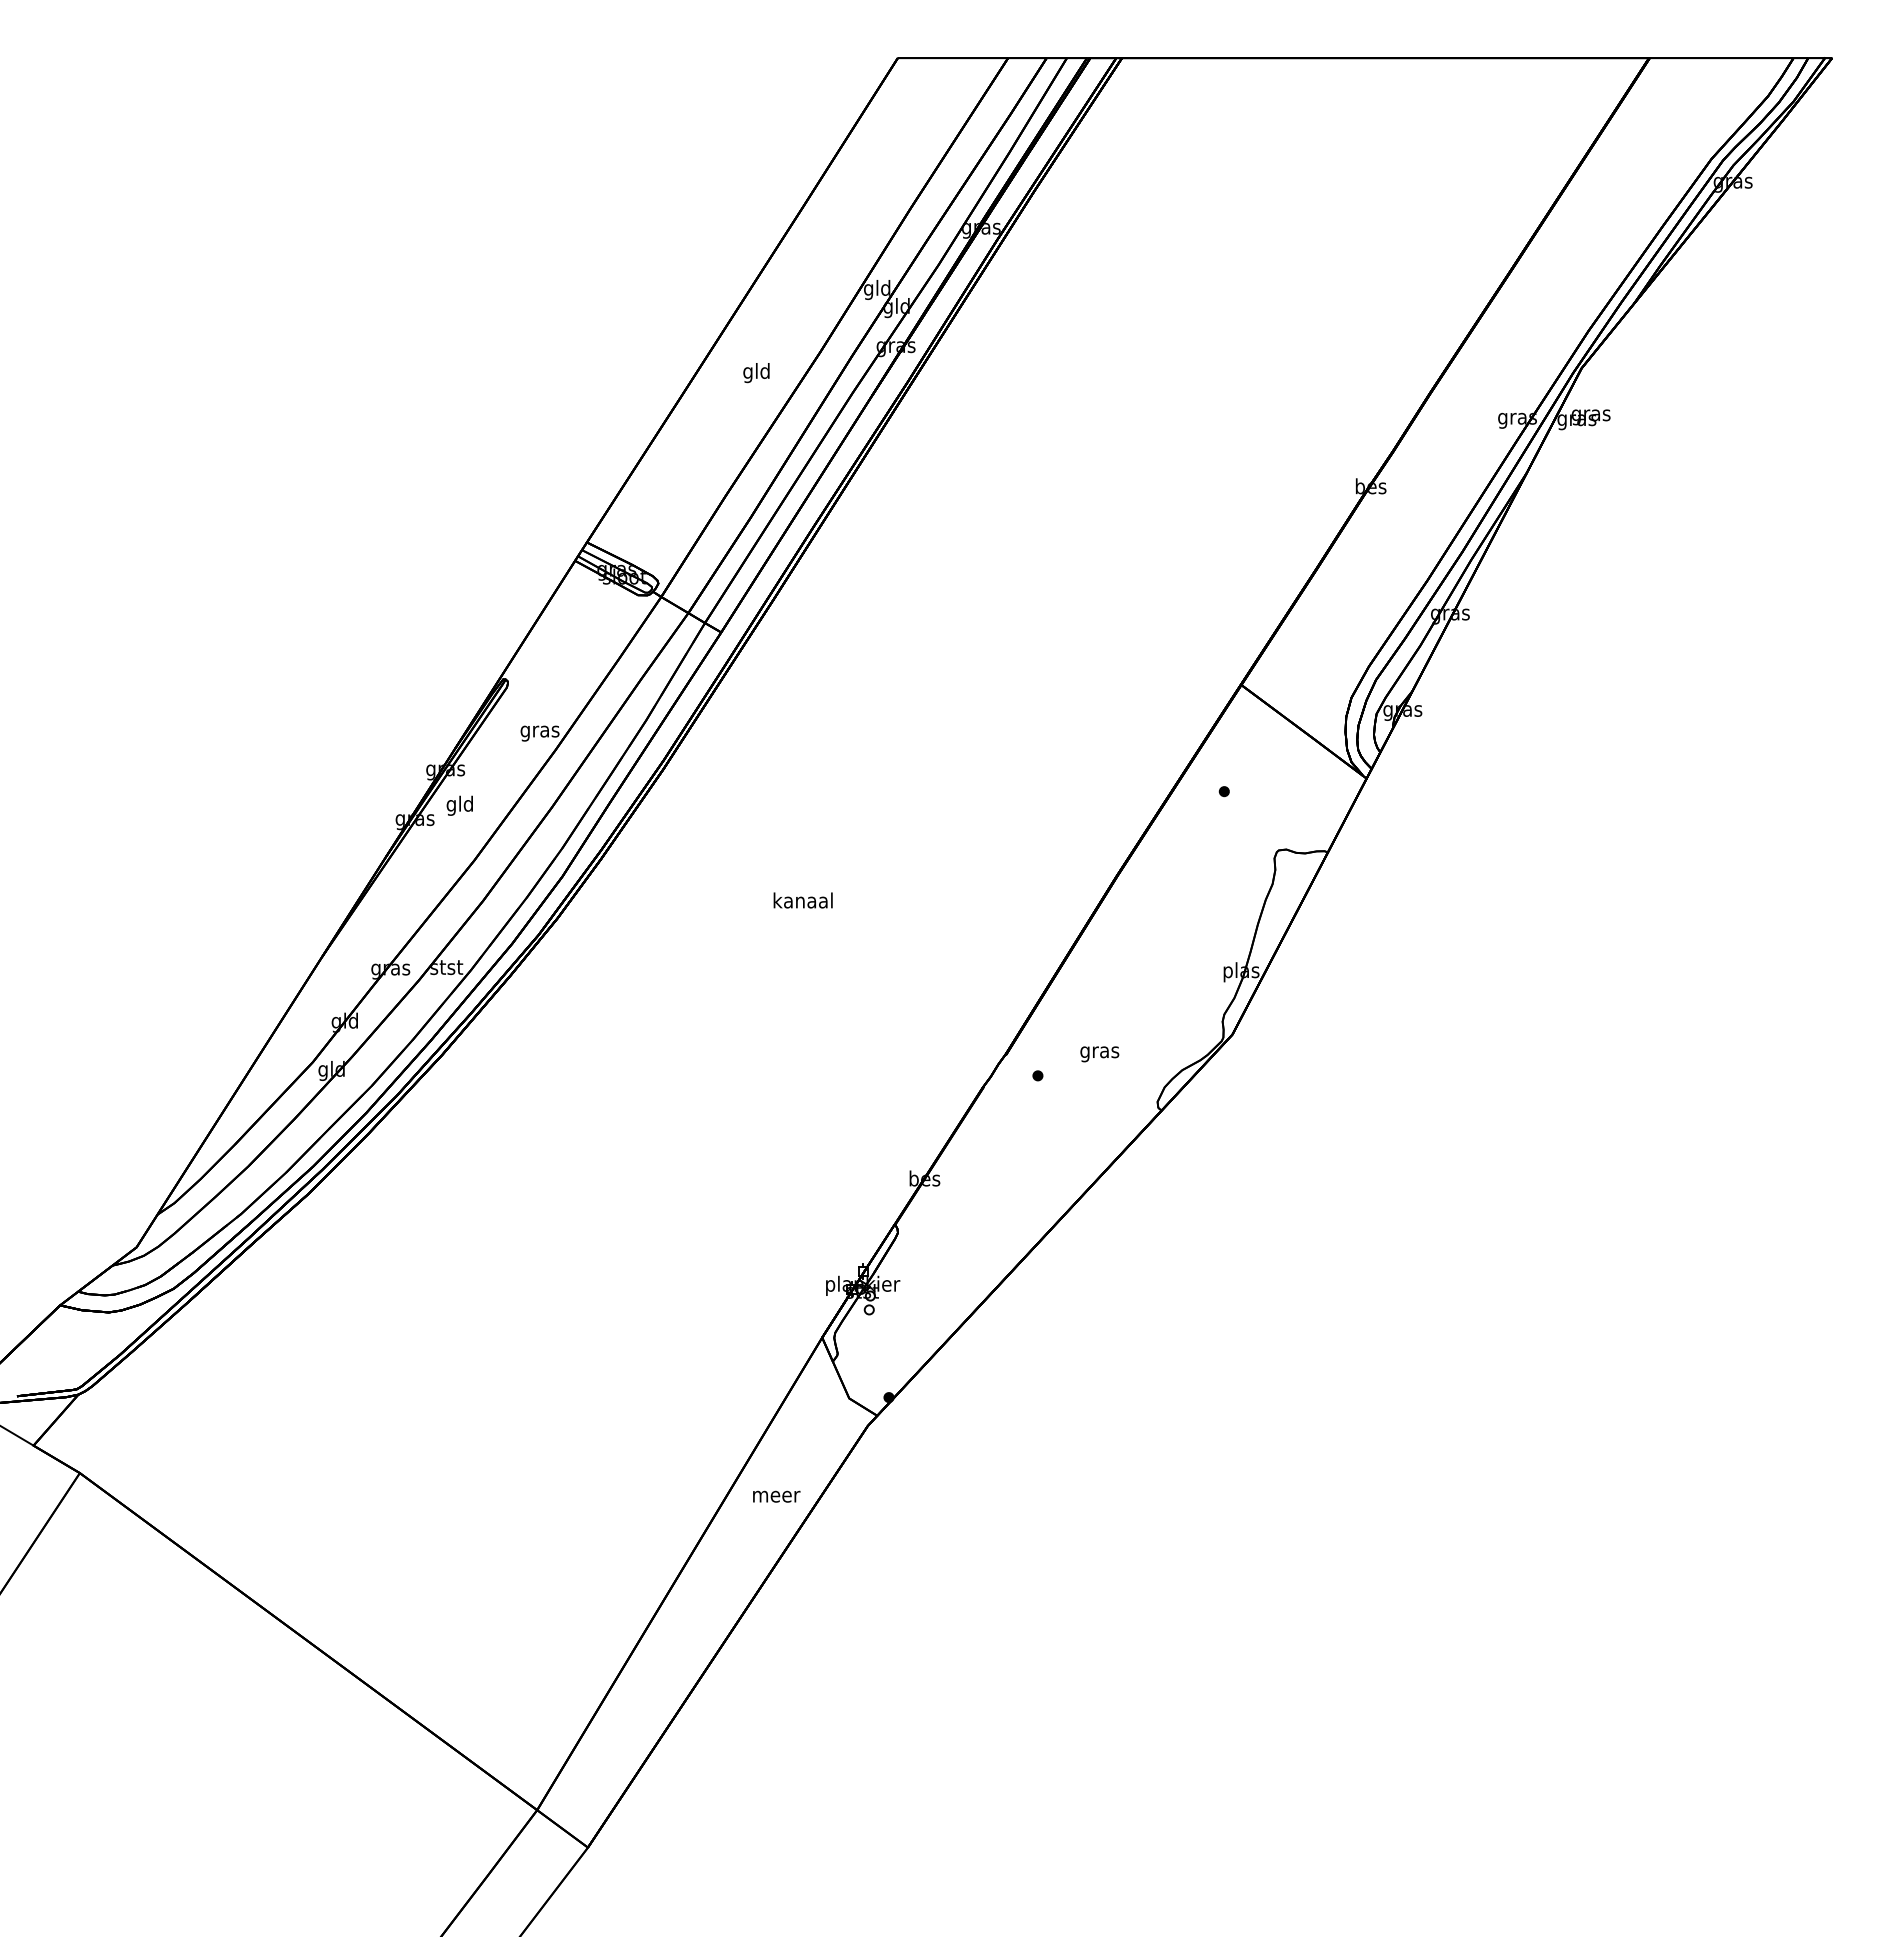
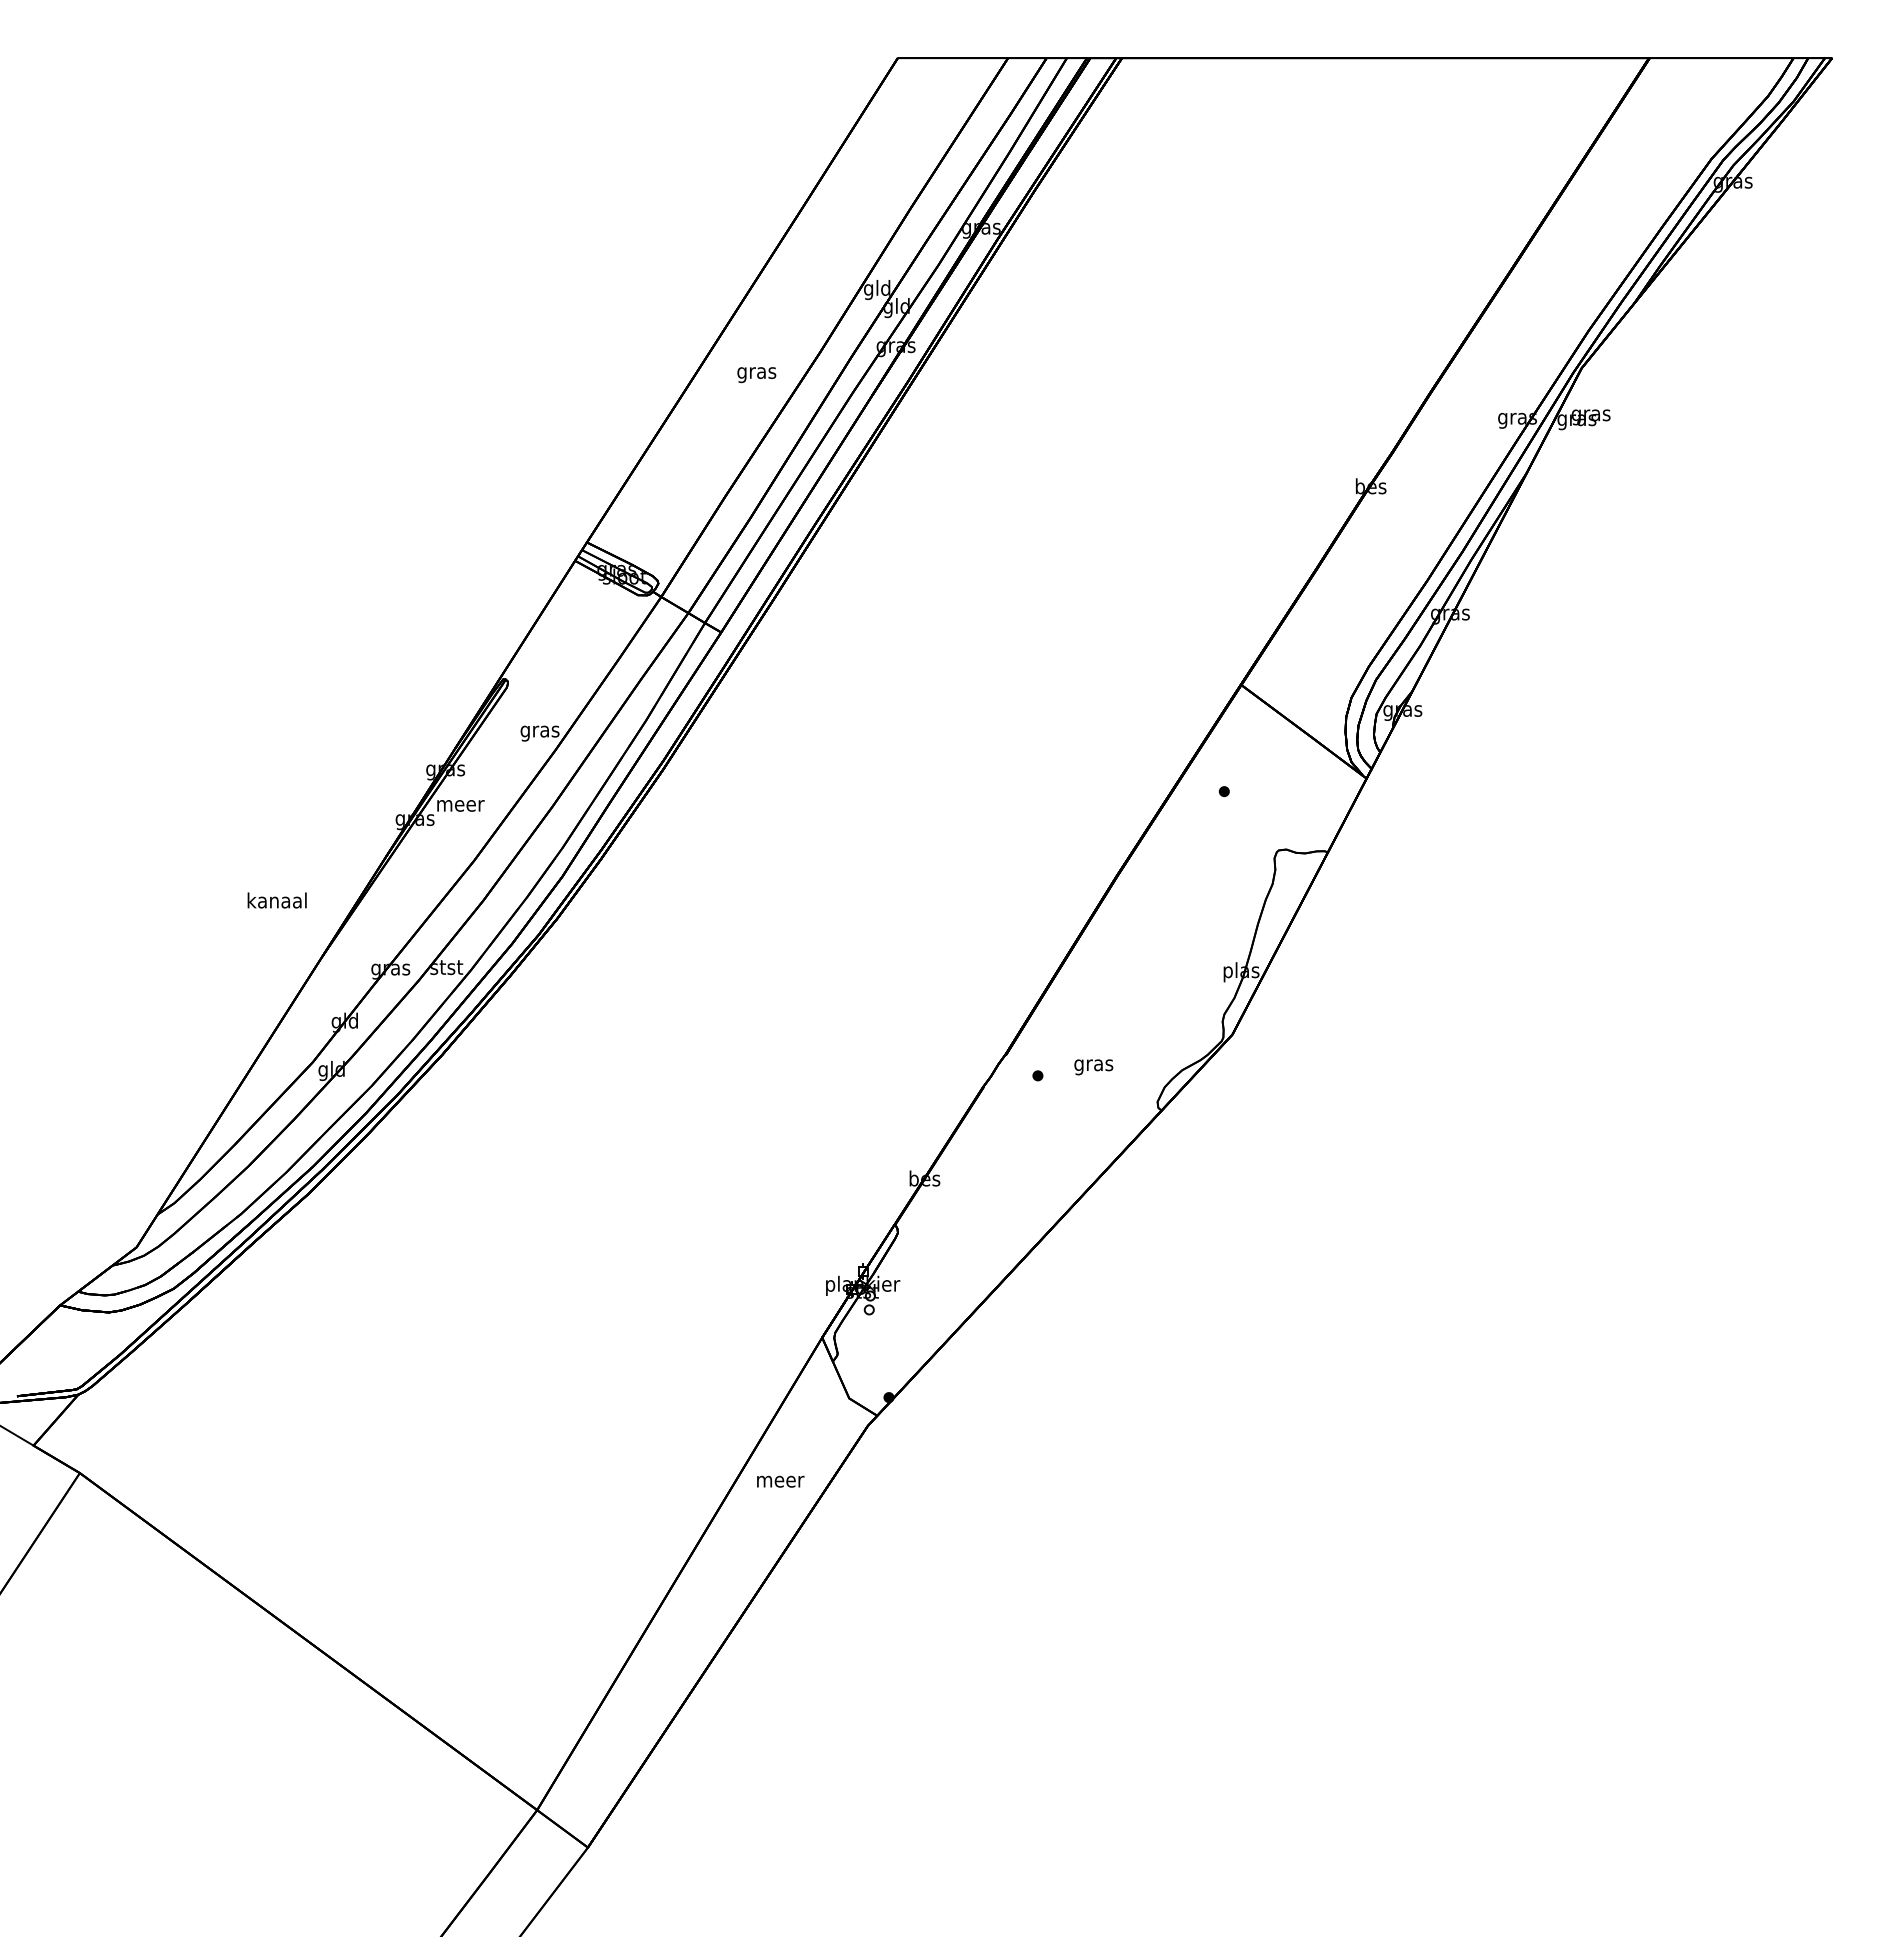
text at (756, 373): gld -> gras
text at (460, 805): gld -> meer
text at (802, 900) position: (802, 900) -> (276, 900)
text at (1099, 1054) position: (1099, 1054) -> (1093, 1067)
text at (776, 1496) position: (776, 1496) -> (780, 1481)
